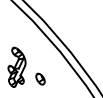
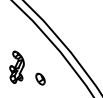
part at (16, 66) size: 20x42 px -> 16x34 px
